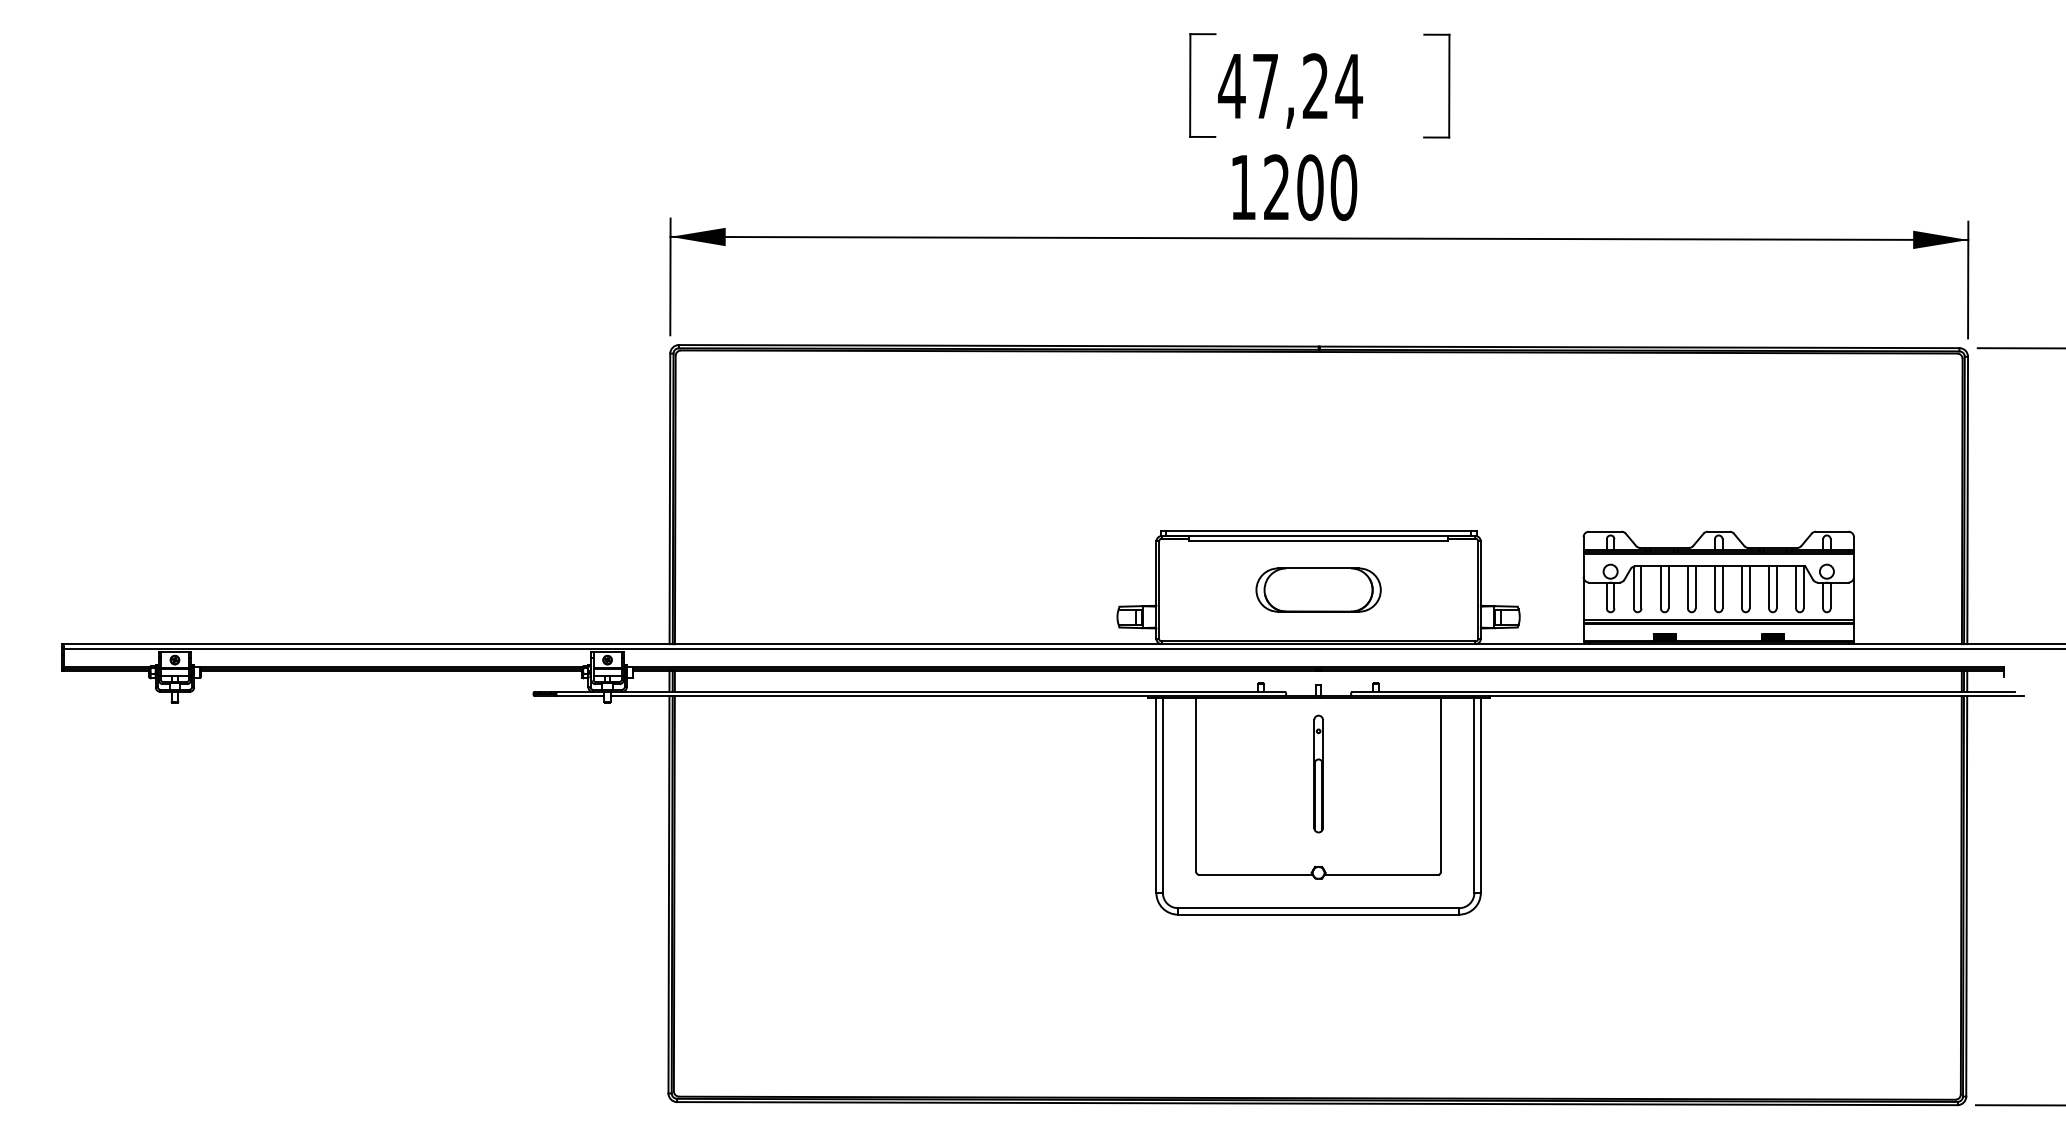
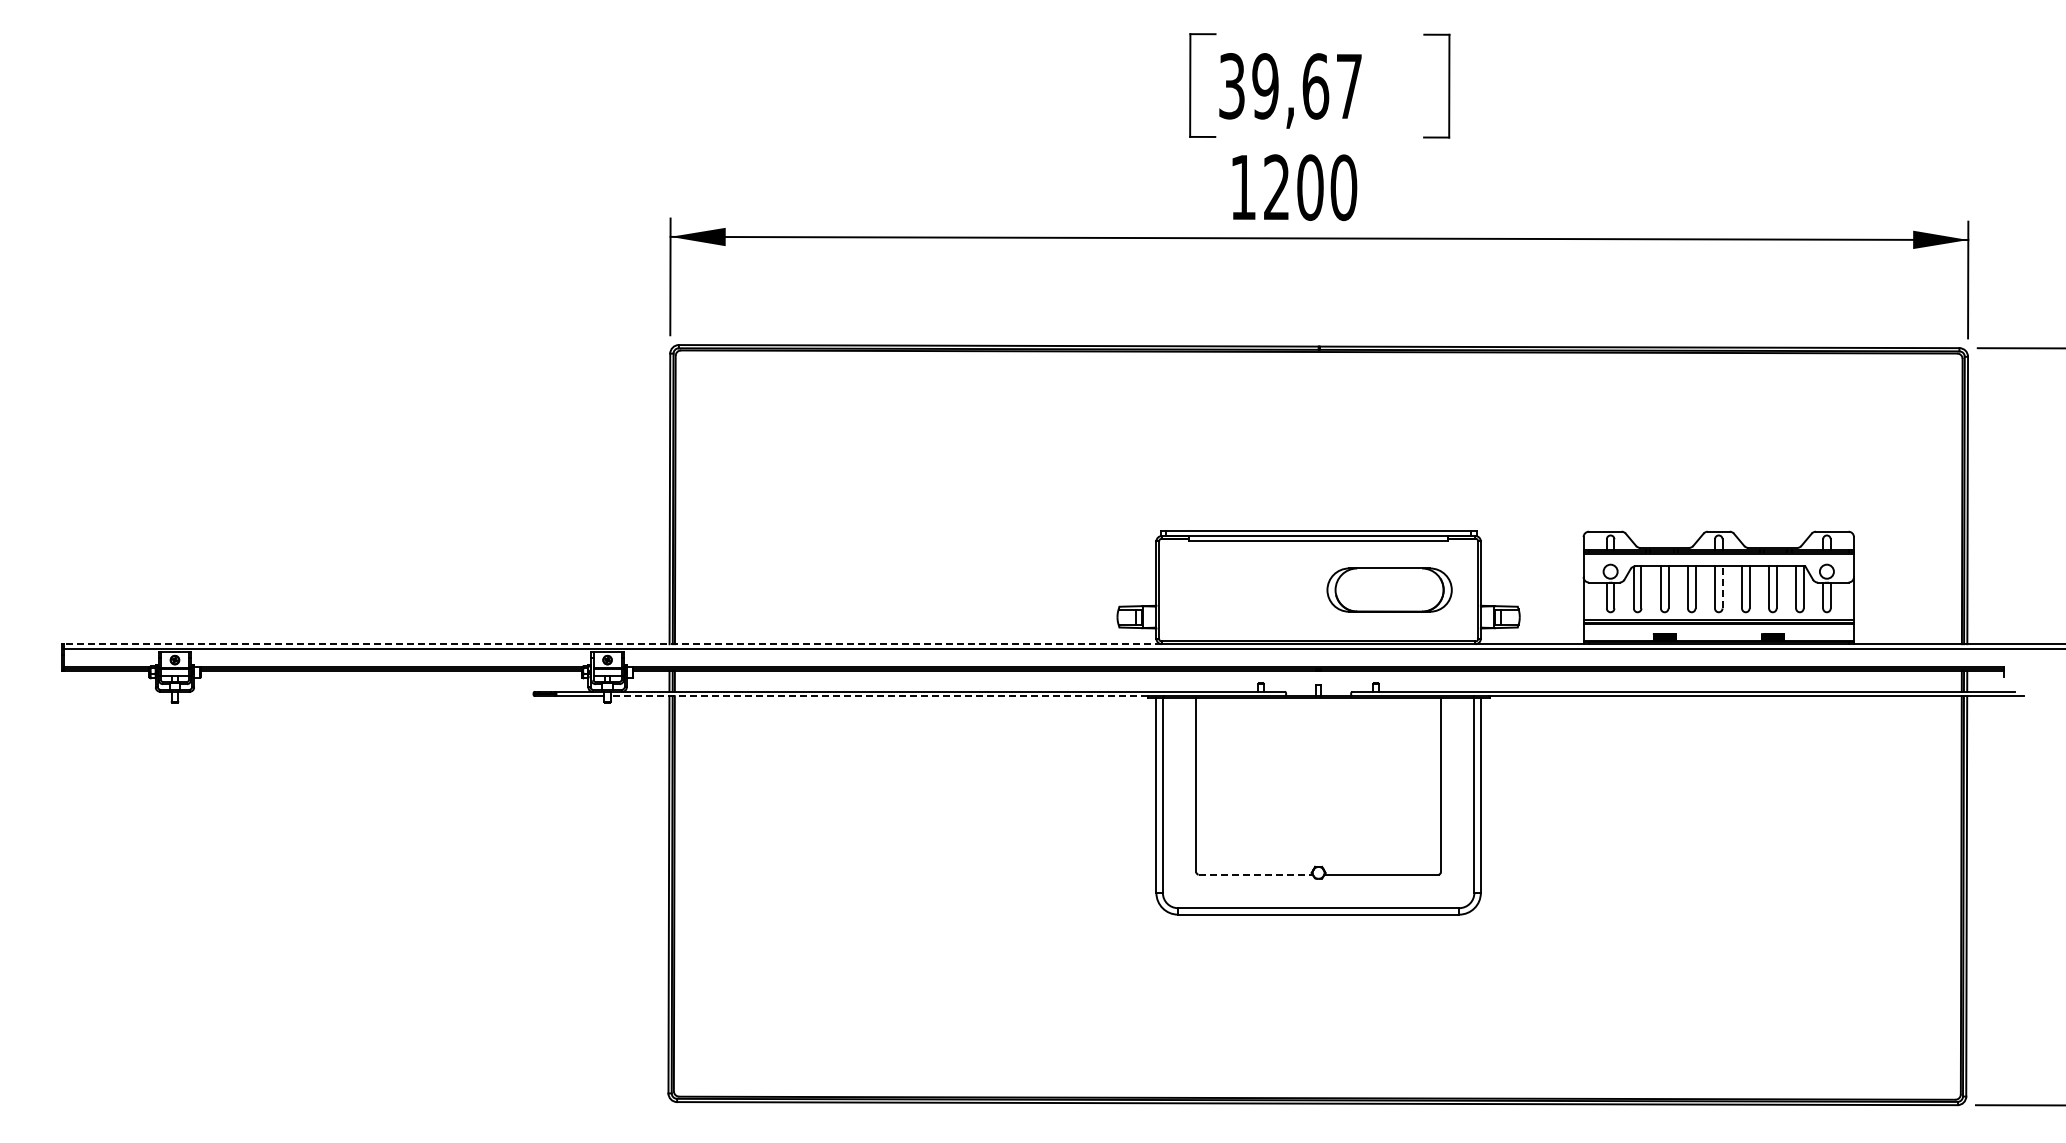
text at (1290, 86): 47,24 -> 39,67
line at (1722, 586): solid -> dashed
part at (1318, 589) position: (1318, 589) -> (1389, 589)
line at (612, 644): solid -> dashed
line at (879, 696): solid -> dashed
part at (1318, 773): present -> none
line at (1256, 874): solid -> dashed
